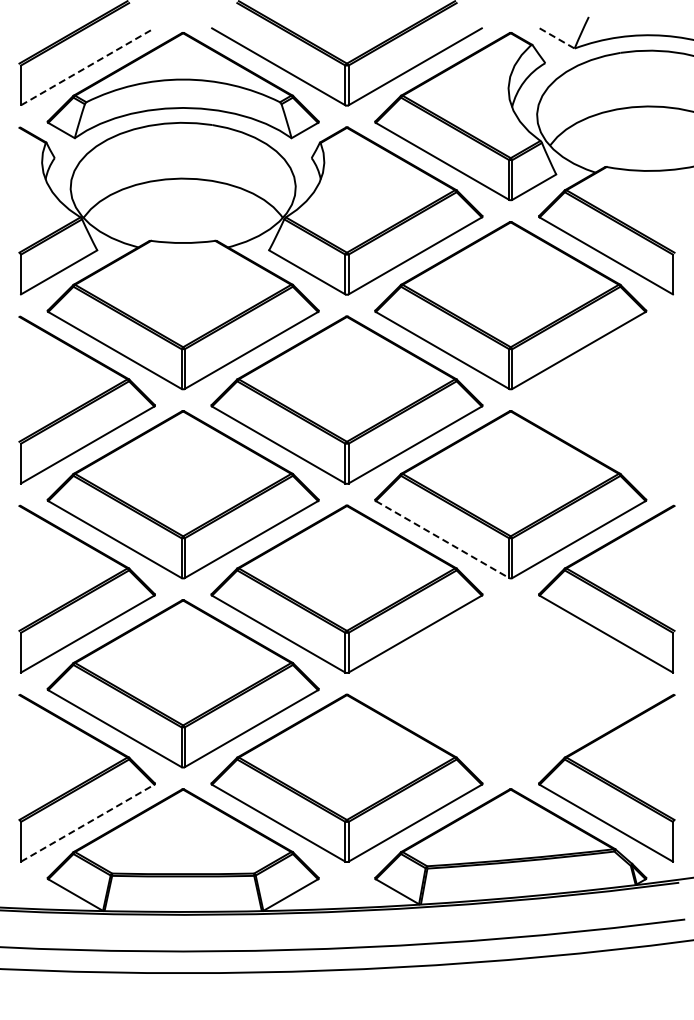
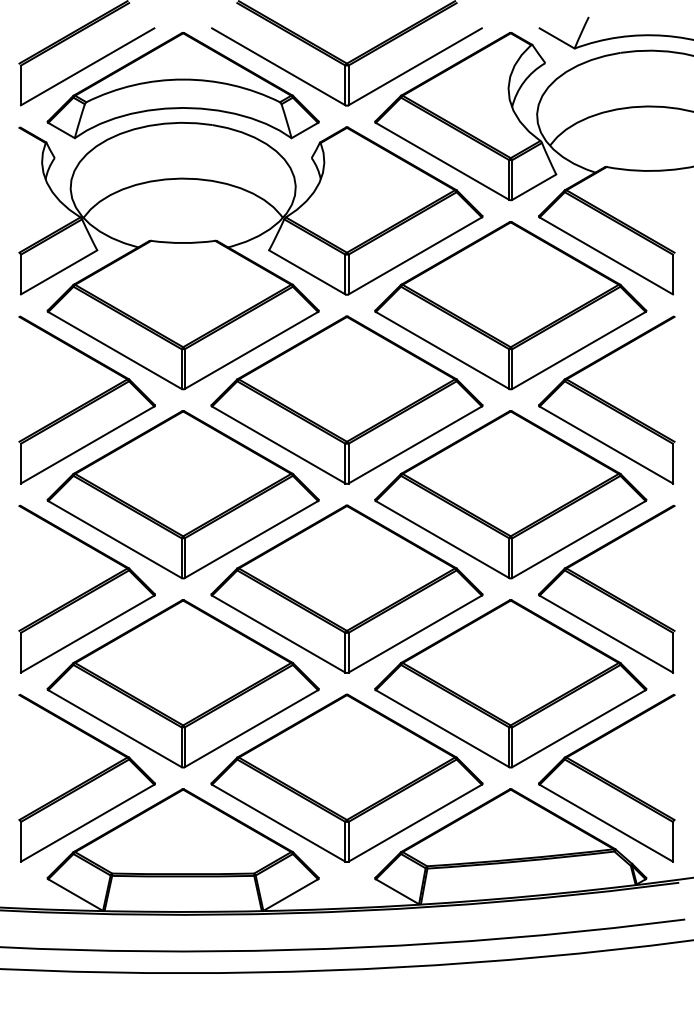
line at (557, 38): dashed -> solid
line at (87, 66): dashed -> solid
part at (606, 399): none -> present
line at (442, 539): dashed -> solid
part at (510, 683): none -> present
line at (87, 823): dashed -> solid
